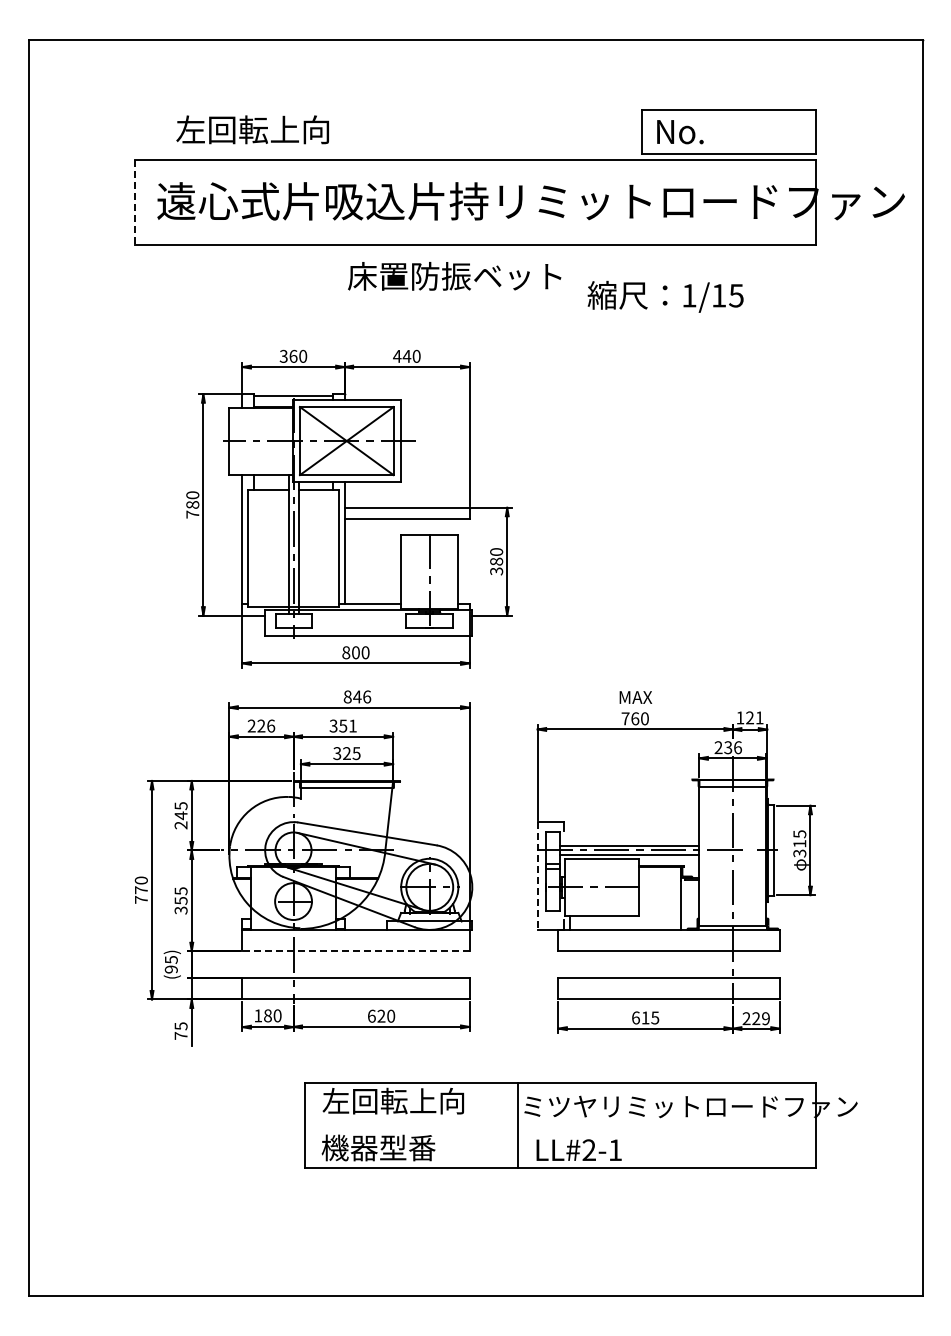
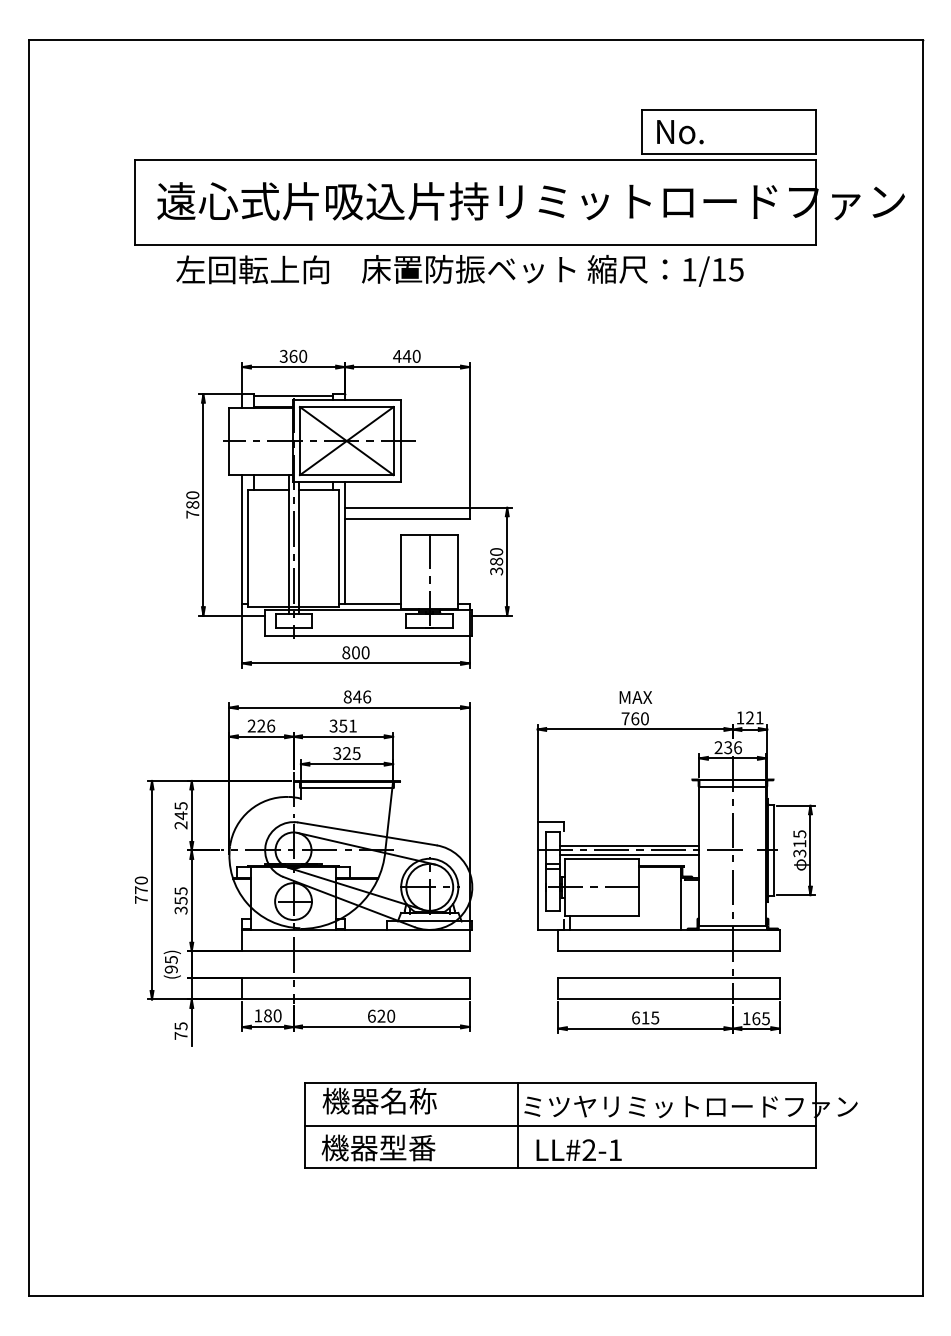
text at (252, 129) position: (252, 129) -> (252, 269)
line at (134, 202): dashed -> solid
text at (454, 276) position: (454, 276) -> (468, 269)
text at (665, 296) position: (665, 296) -> (665, 270)
line at (537, 876): dashed -> solid
line at (355, 951): dashed -> solid
text at (755, 1018): 229 -> 165
text at (393, 1100): 左回転上向 -> 機器名称
line at (560, 1125): none -> present
